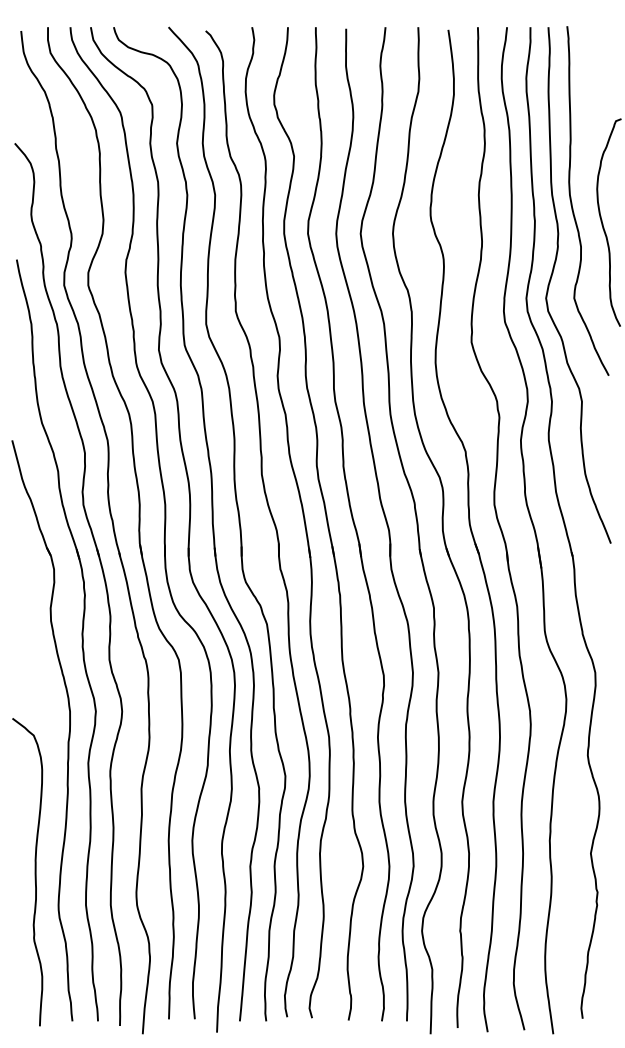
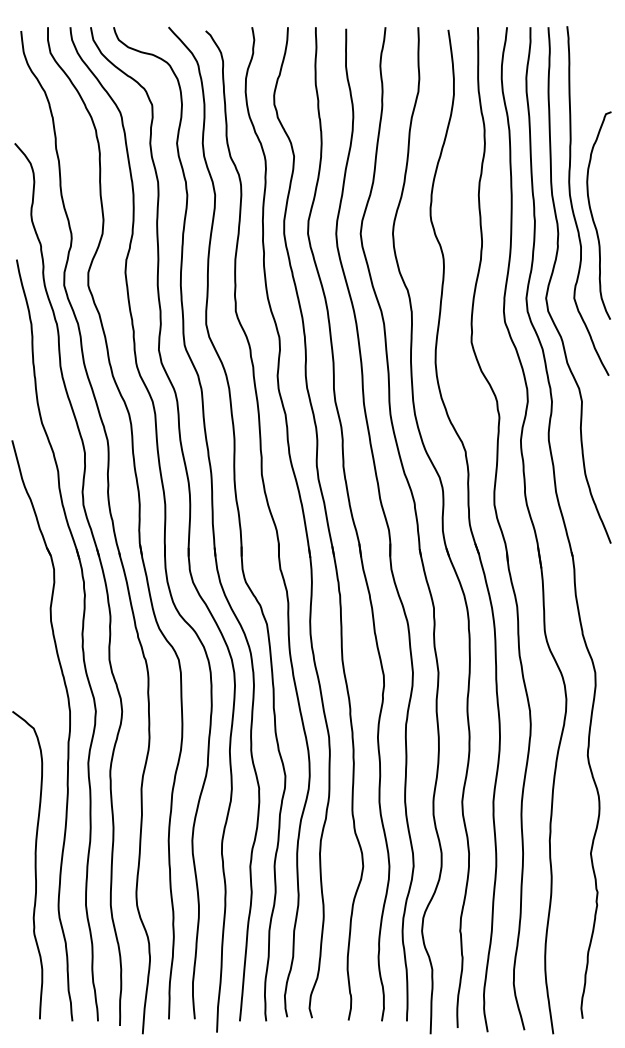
curve at (603, 223) position: (603, 223) -> (593, 216)
curve at (34, 872) position: (34, 872) -> (34, 865)
